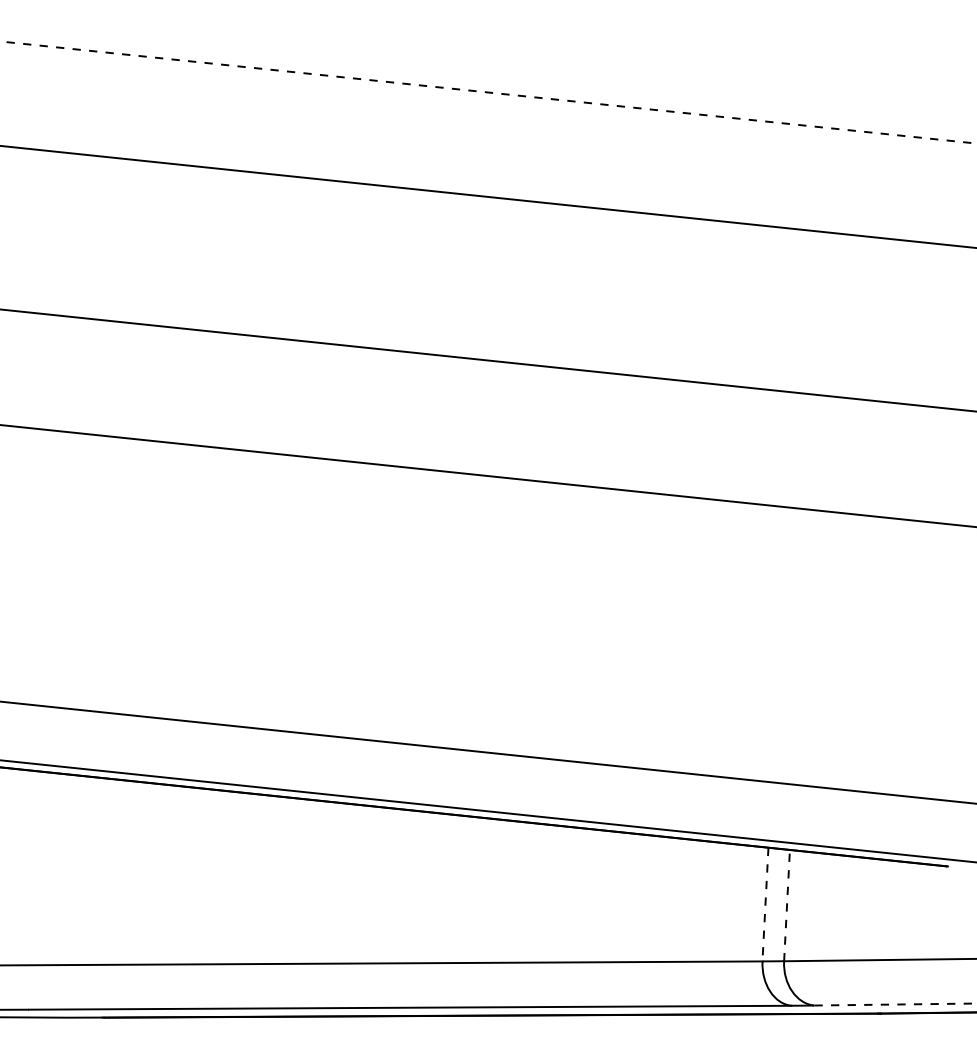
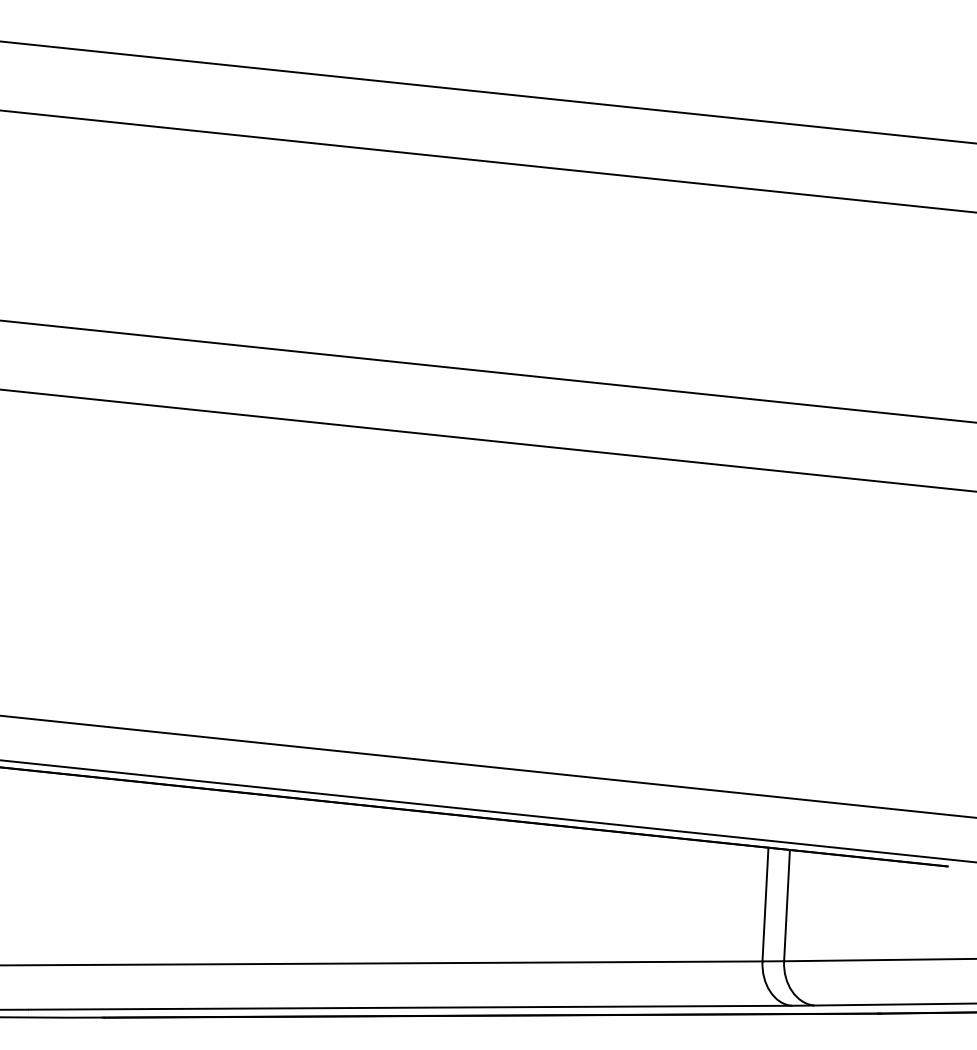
line at (488, 92): dashed -> solid
line at (487, 196) position: (487, 196) -> (487, 161)
line at (487, 360) position: (487, 360) -> (487, 371)
line at (487, 475) position: (487, 475) -> (487, 440)
line at (487, 752) position: (487, 752) -> (487, 766)
line at (765, 904): dashed -> solid
line at (787, 905): dashed -> solid
line at (895, 1004): dashed -> solid
